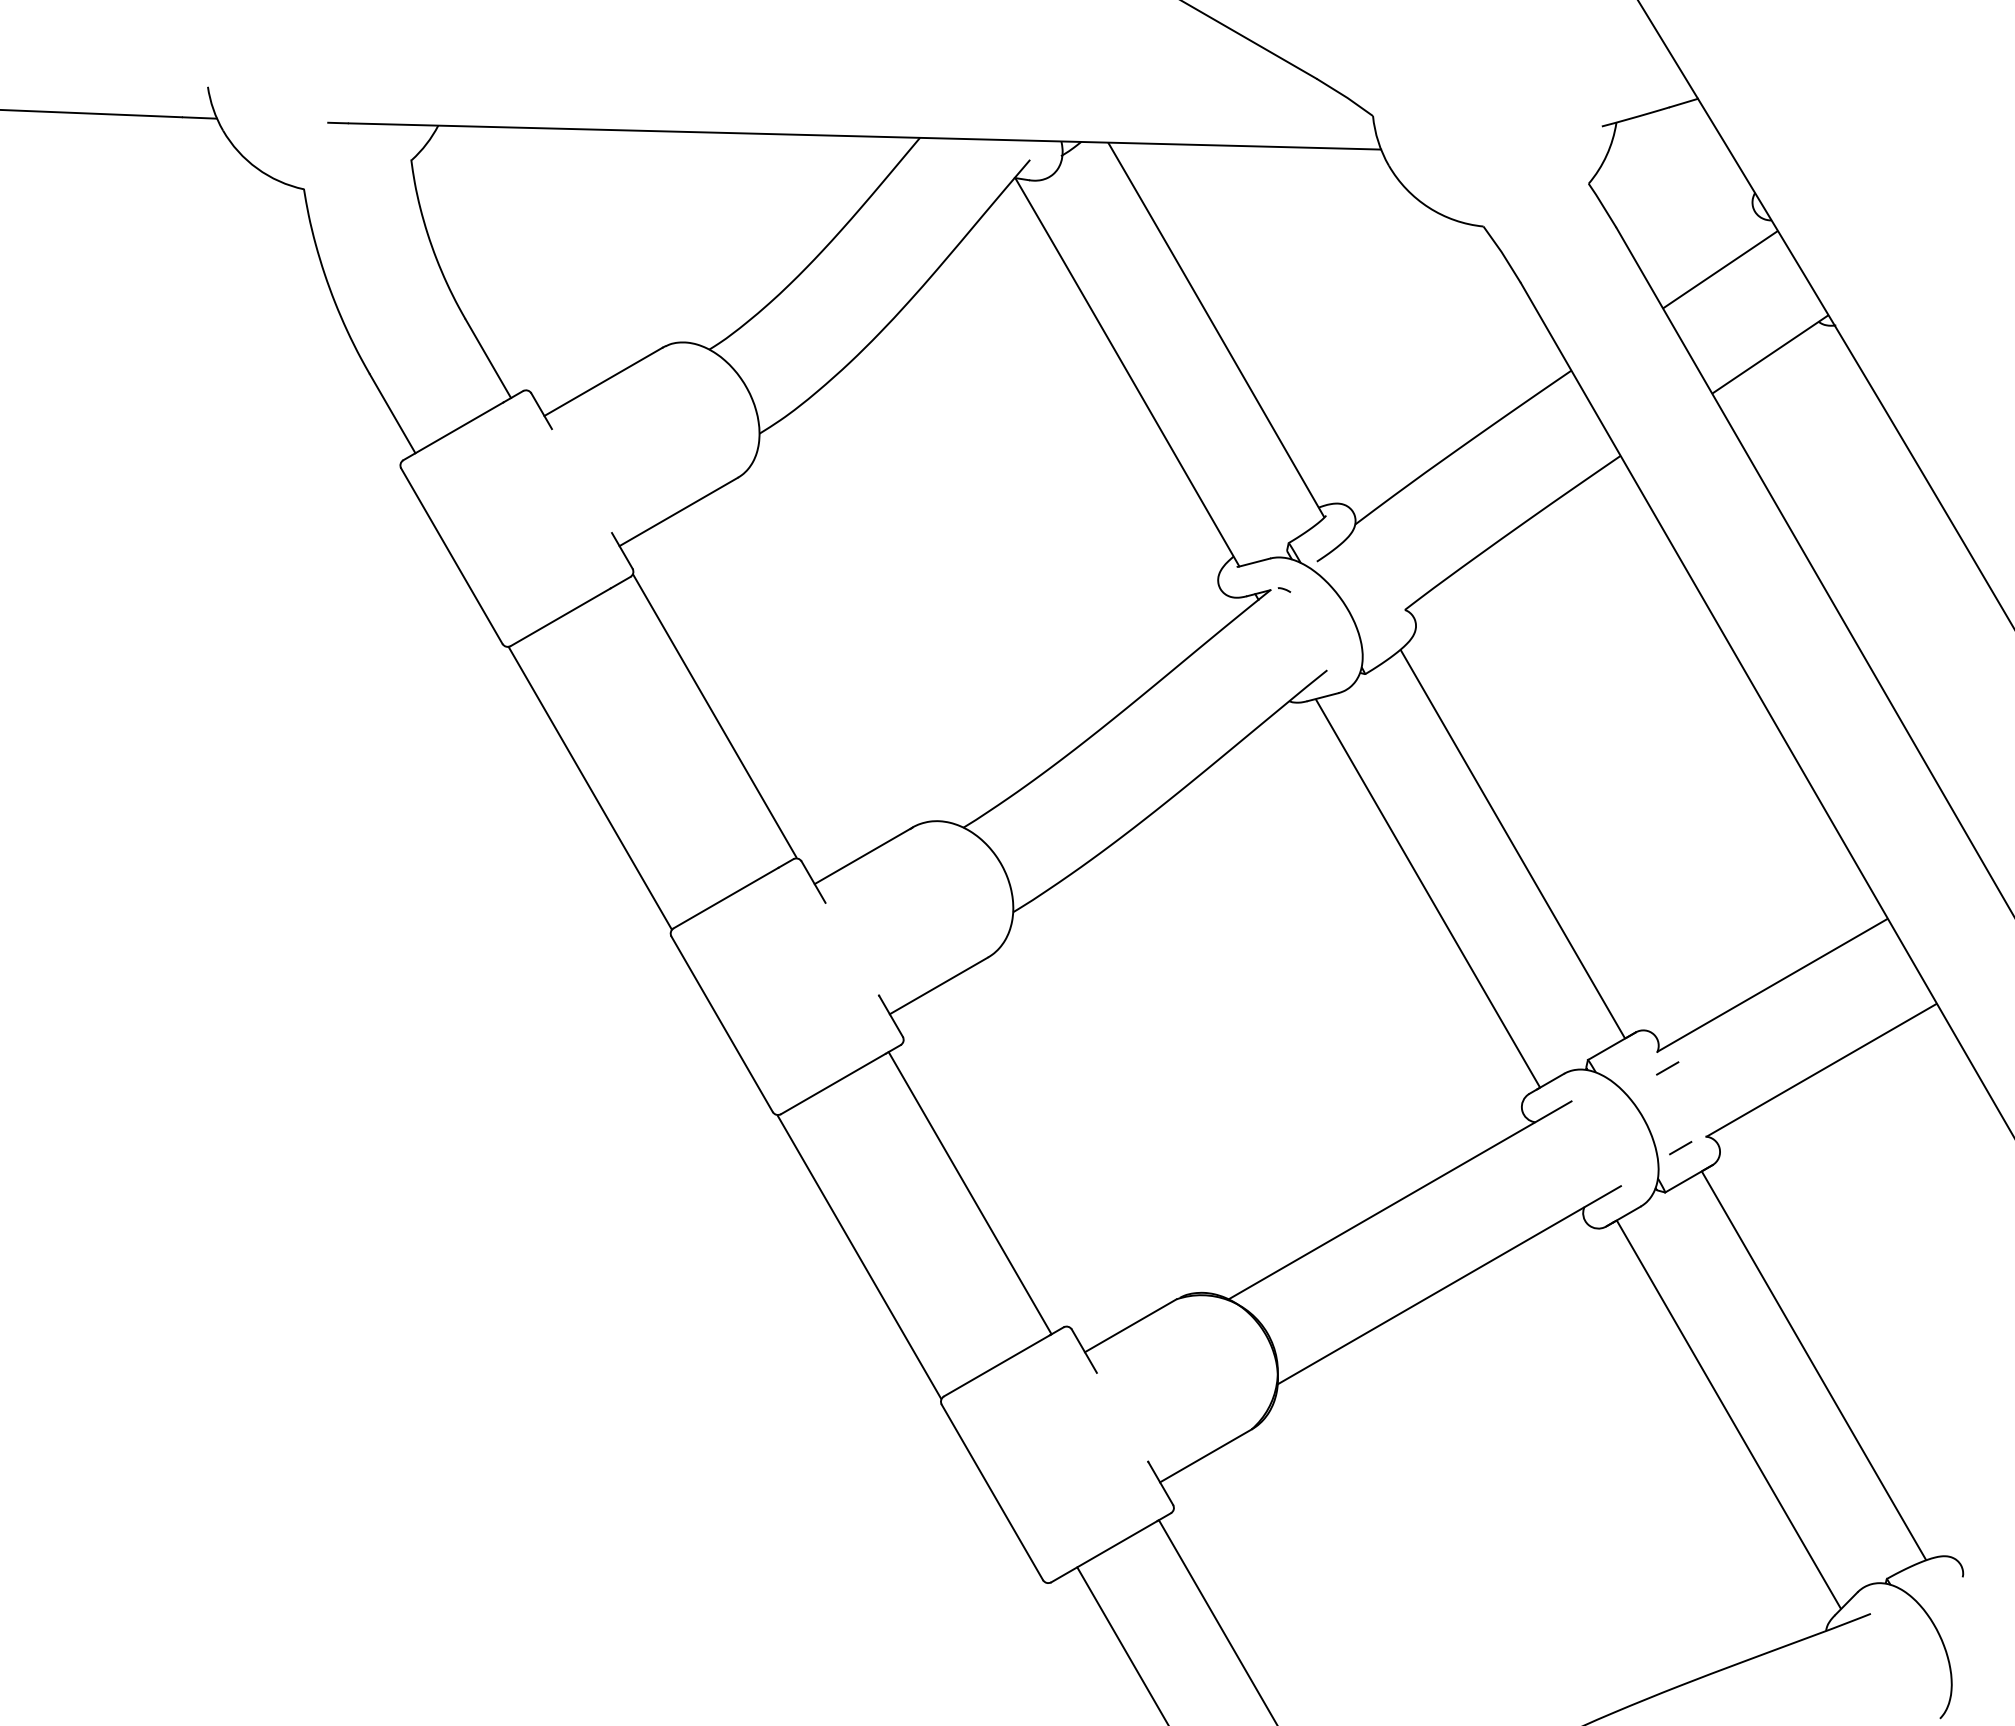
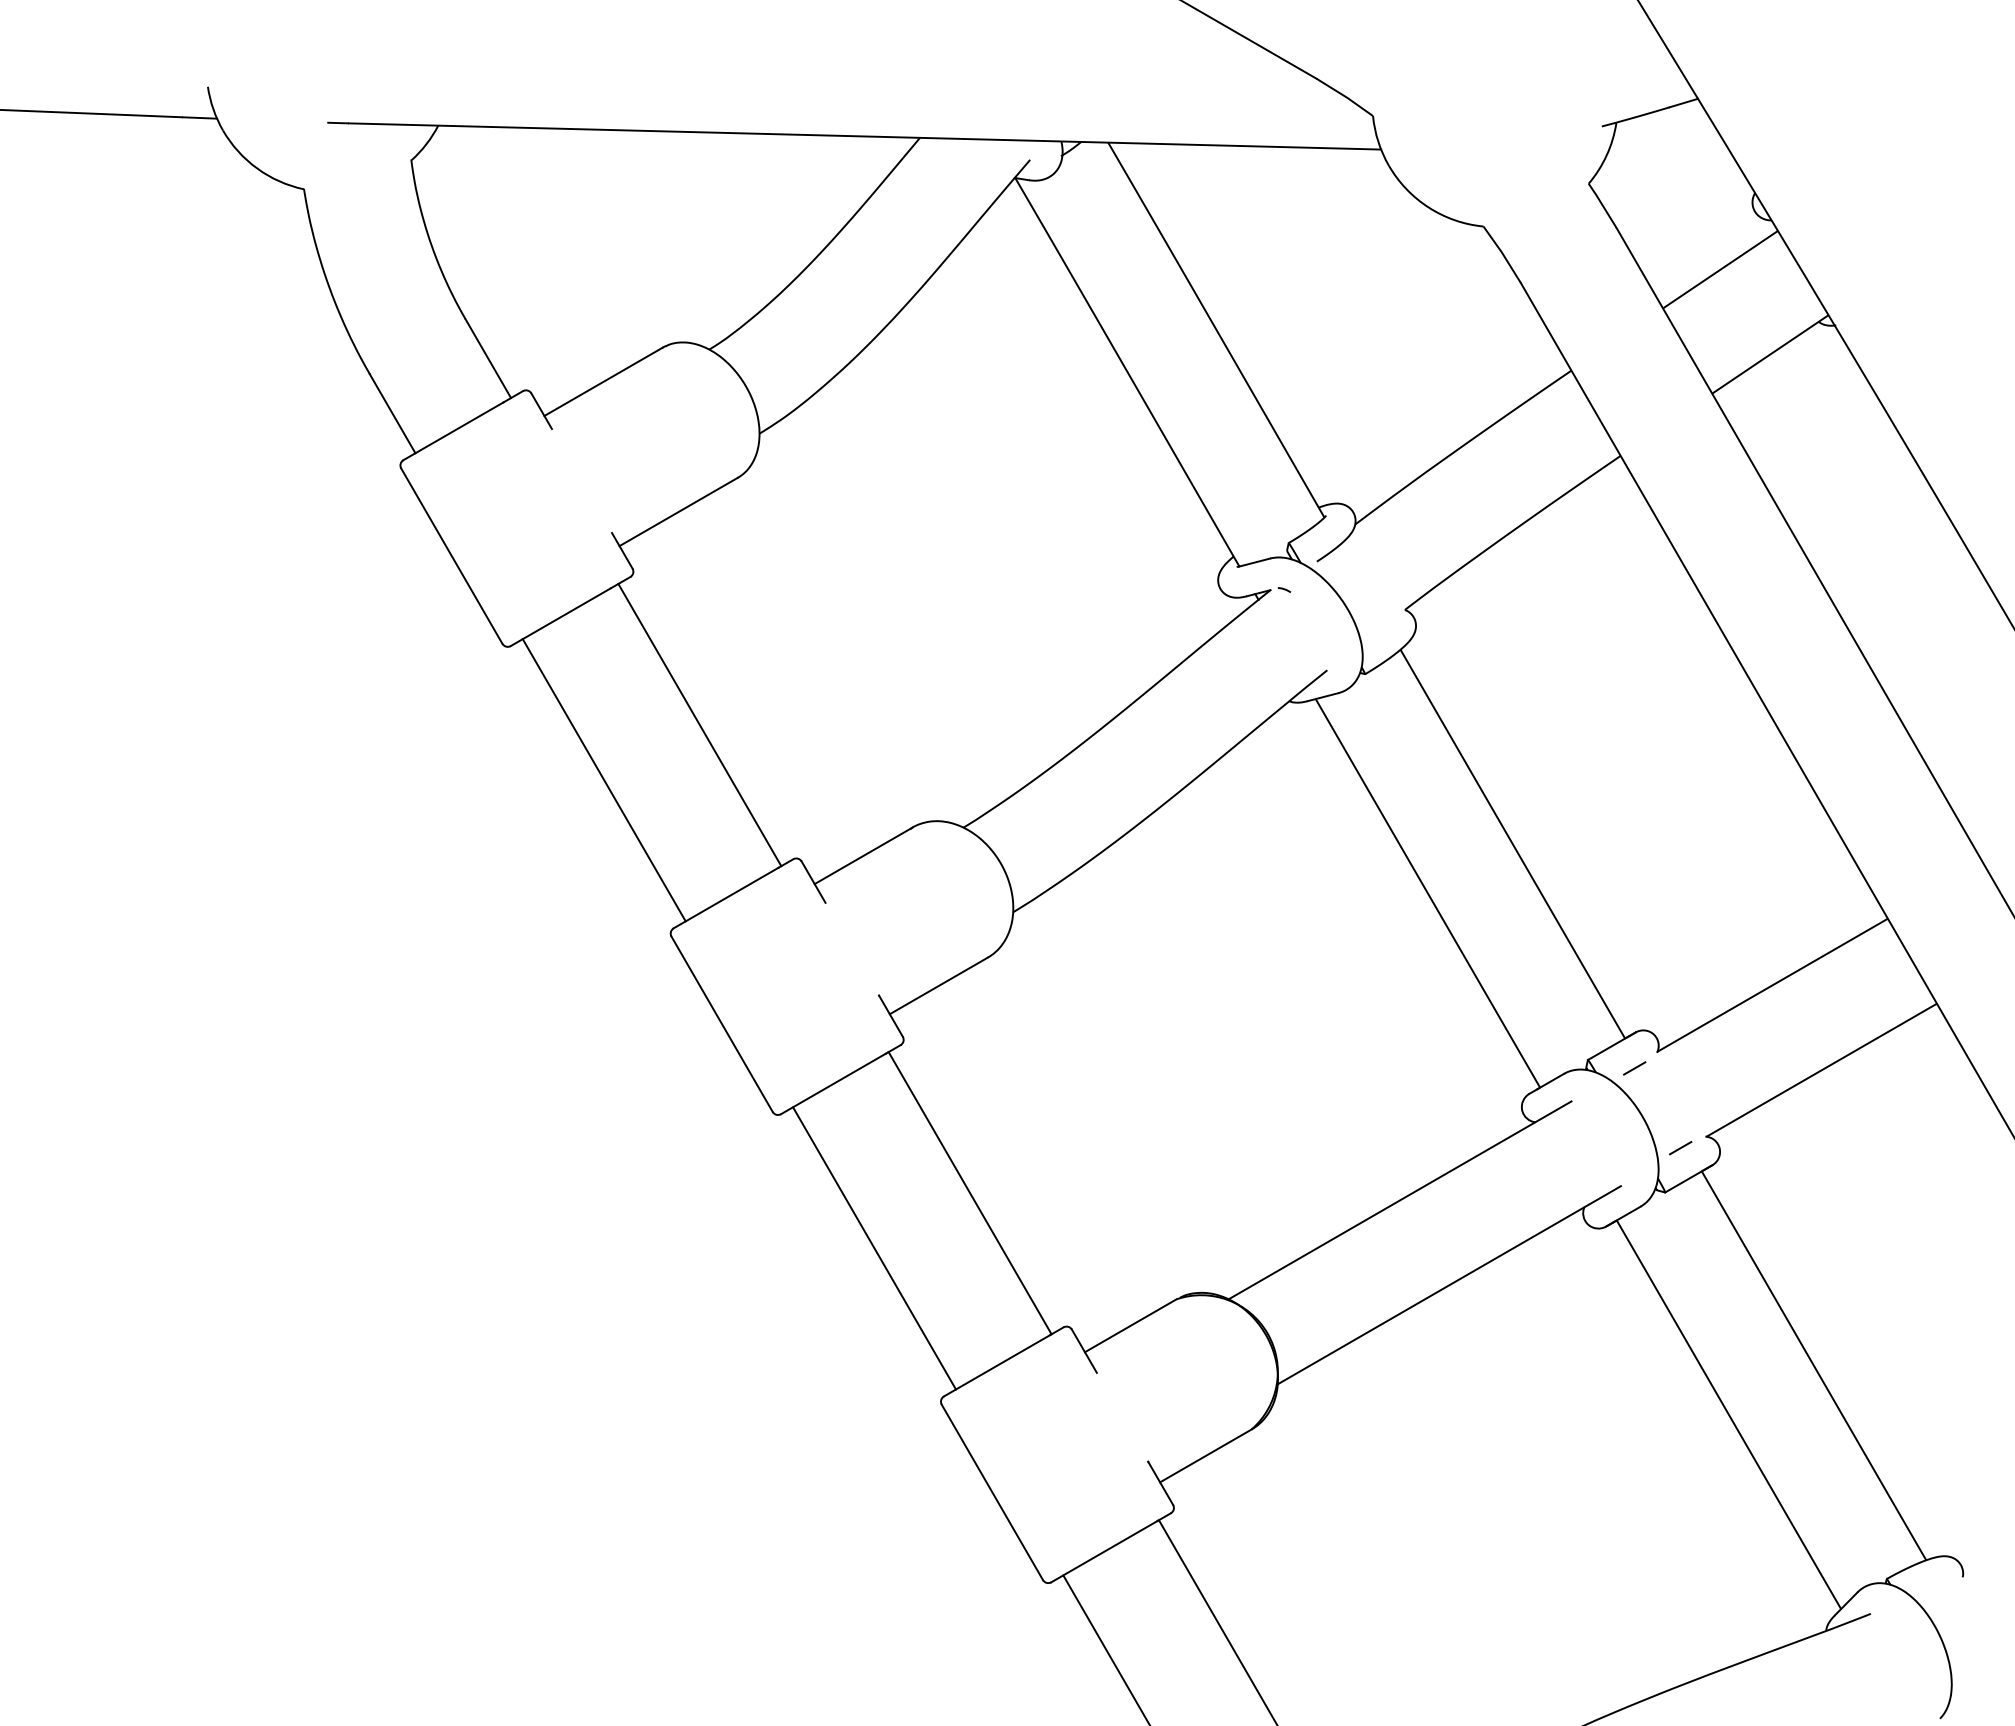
line at (714, 715) position: (714, 715) -> (699, 724)
line at (589, 788) position: (589, 788) -> (603, 780)
line at (1667, 1068) position: (1667, 1068) -> (1634, 1068)
line at (859, 1257) position: (859, 1257) -> (874, 1248)
line at (1122, 1644) position: (1122, 1644) -> (1105, 1648)
